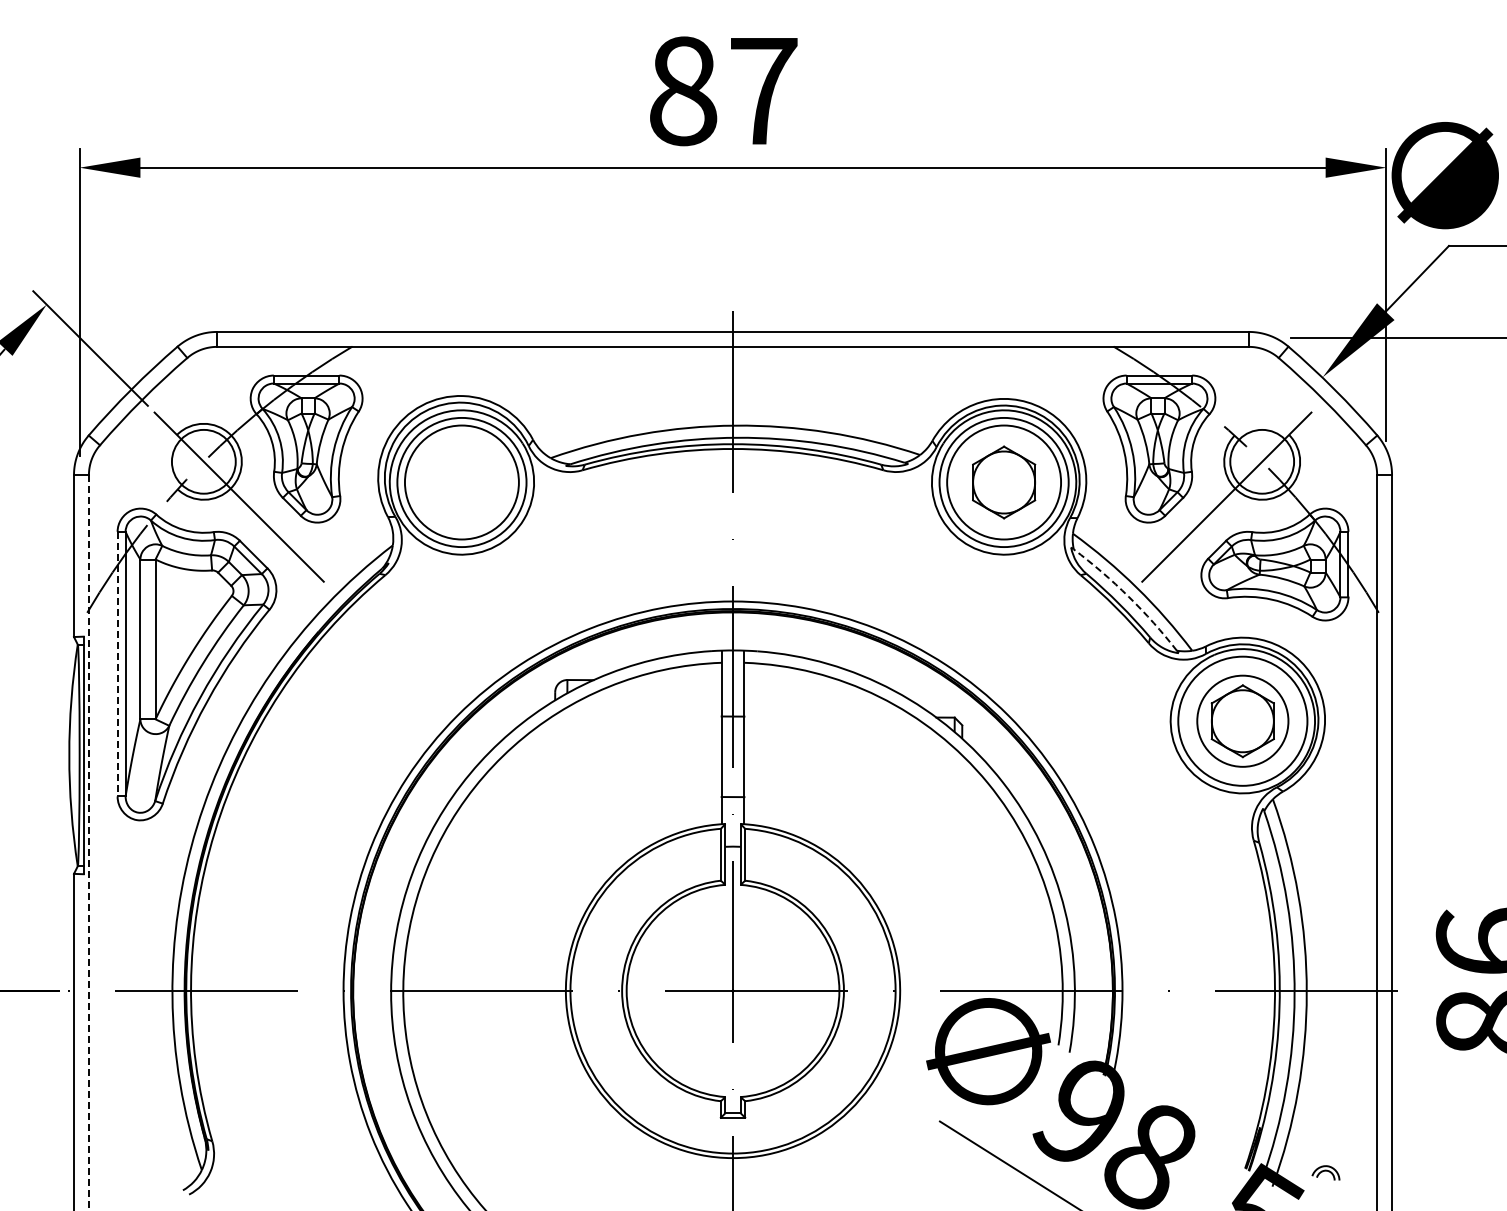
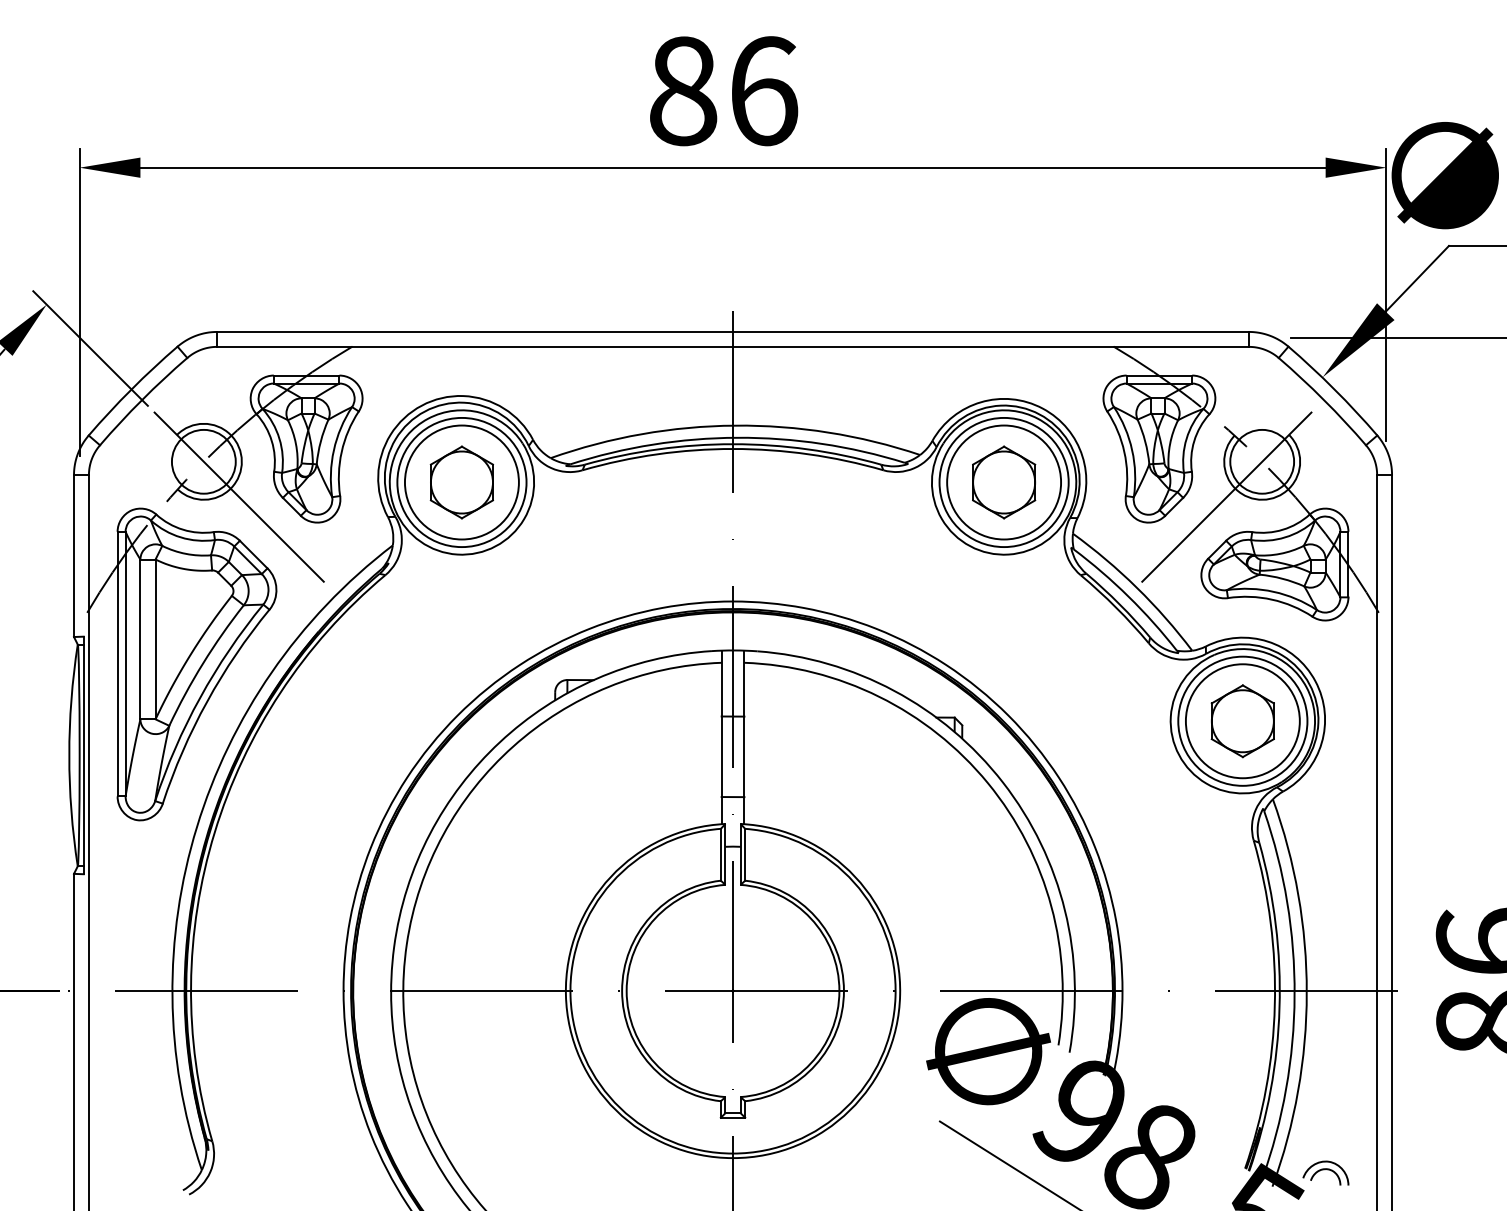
text at (764, 91): 87 -> 86
part at (461, 482): none -> present
arc at (1128, 596): dashed -> solid
line at (117, 664): dashed -> solid
circle at (1242, 720) diameter: 91 px -> 114 px
line at (88, 843): dashed -> solid
part at (1325, 1172) size: 30x16 px -> 48x26 px
